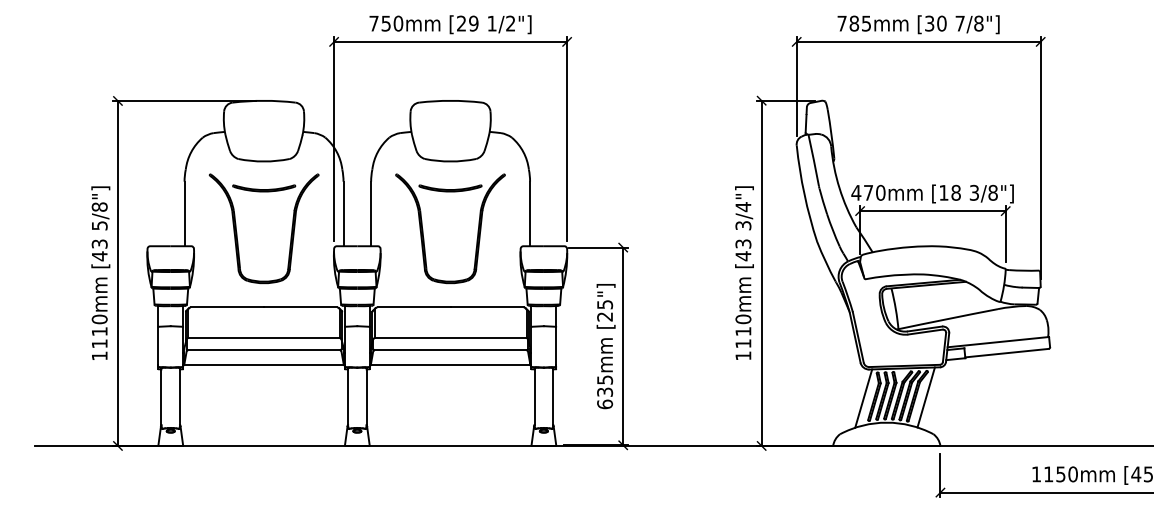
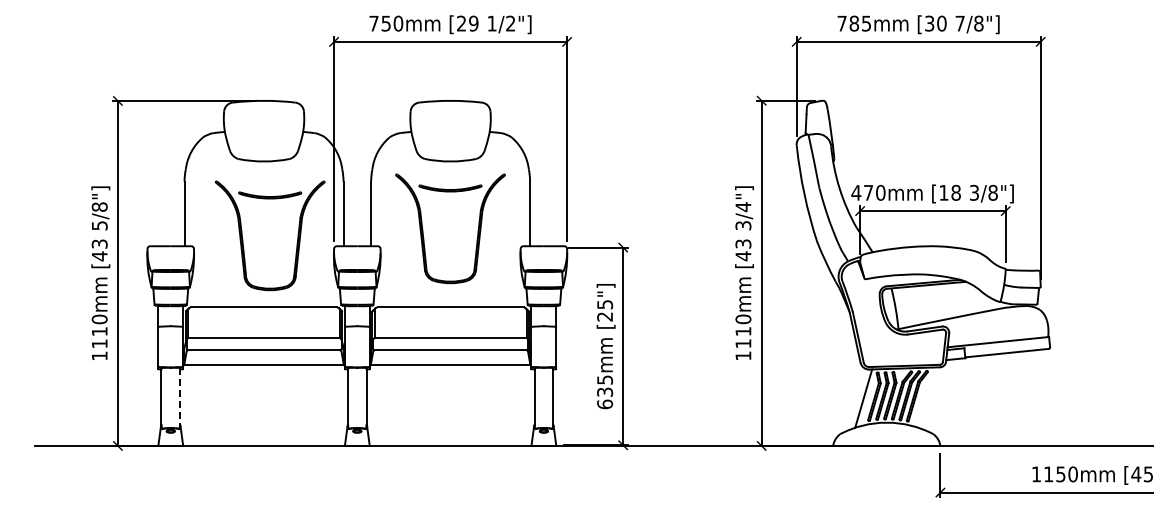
part at (237, 232) position: (237, 232) -> (243, 239)
line at (180, 397): solid -> dashed
line at (925, 397): present -> none
